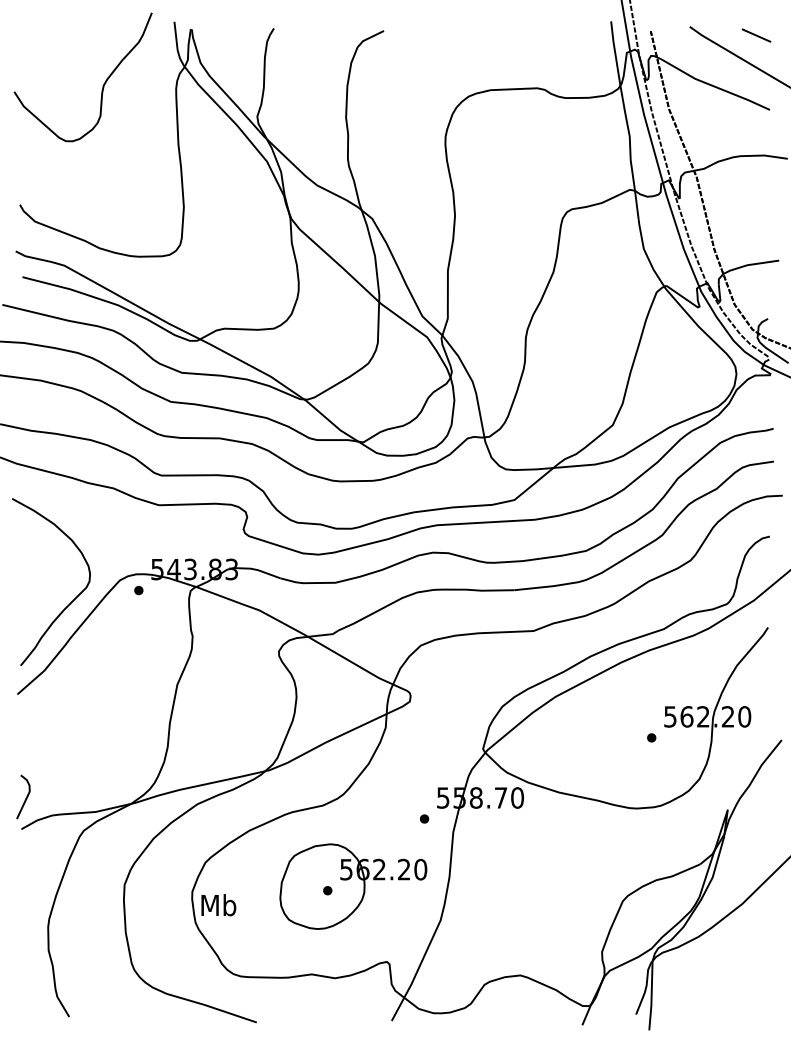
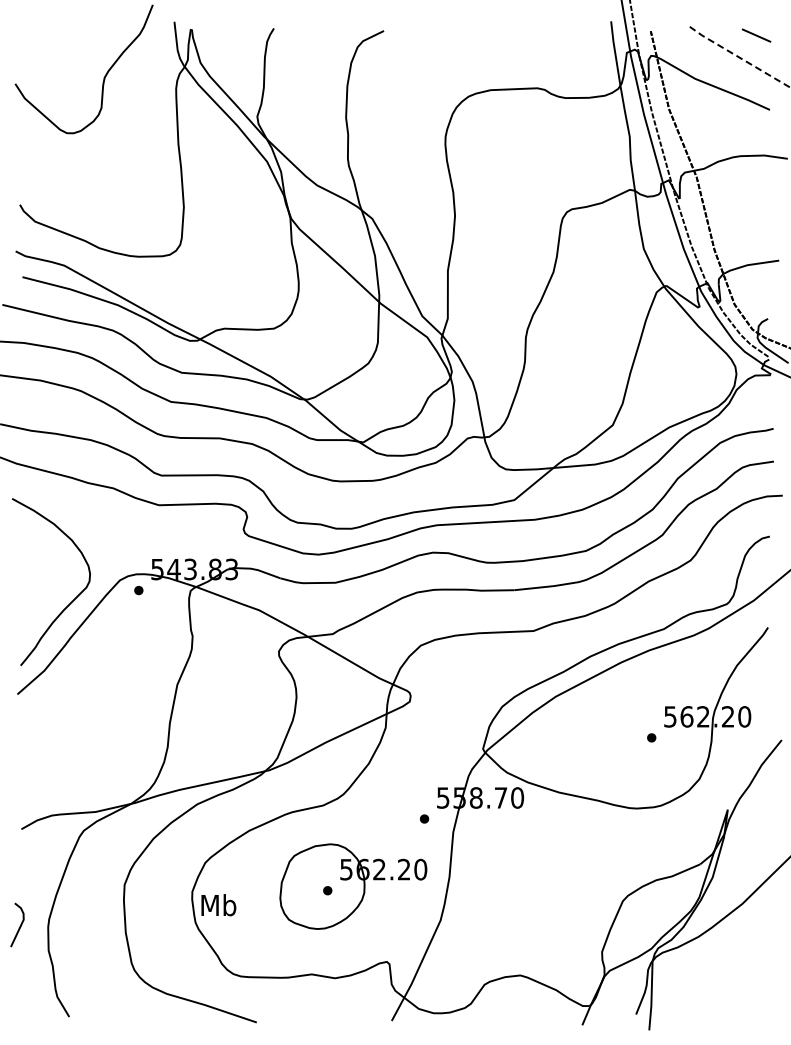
line at (739, 57): solid -> dashed
curve at (102, 85) position: (102, 85) -> (103, 77)
line at (25, 798) position: (25, 798) -> (19, 926)
